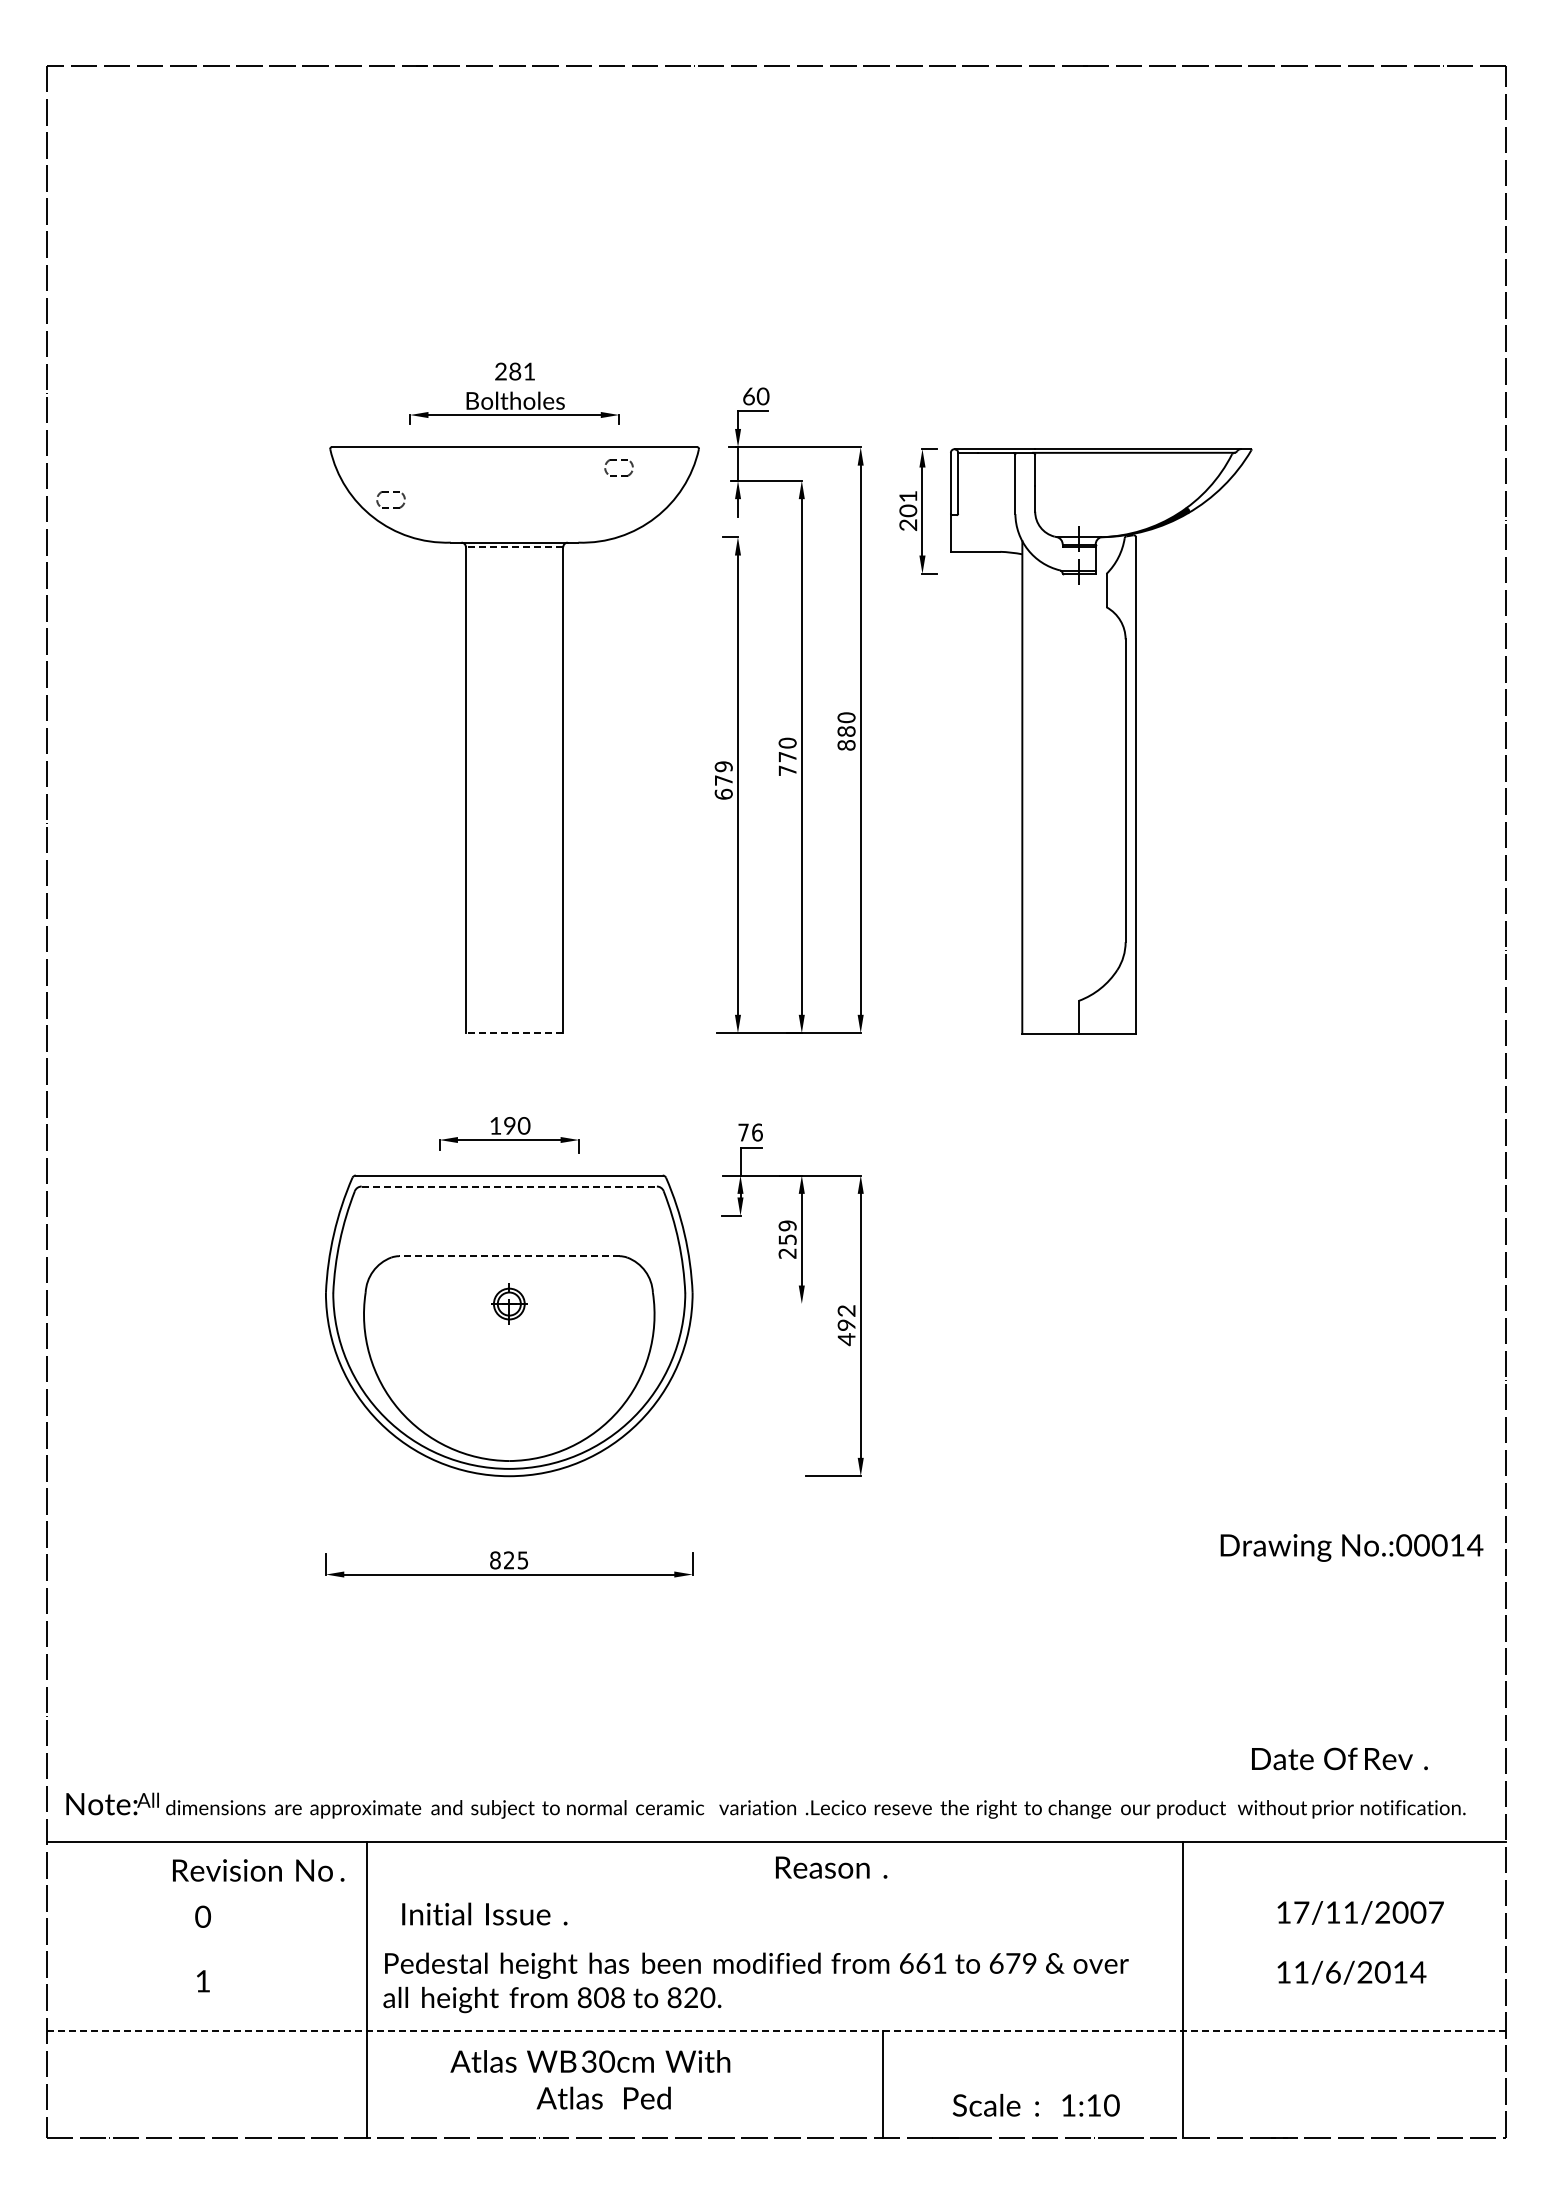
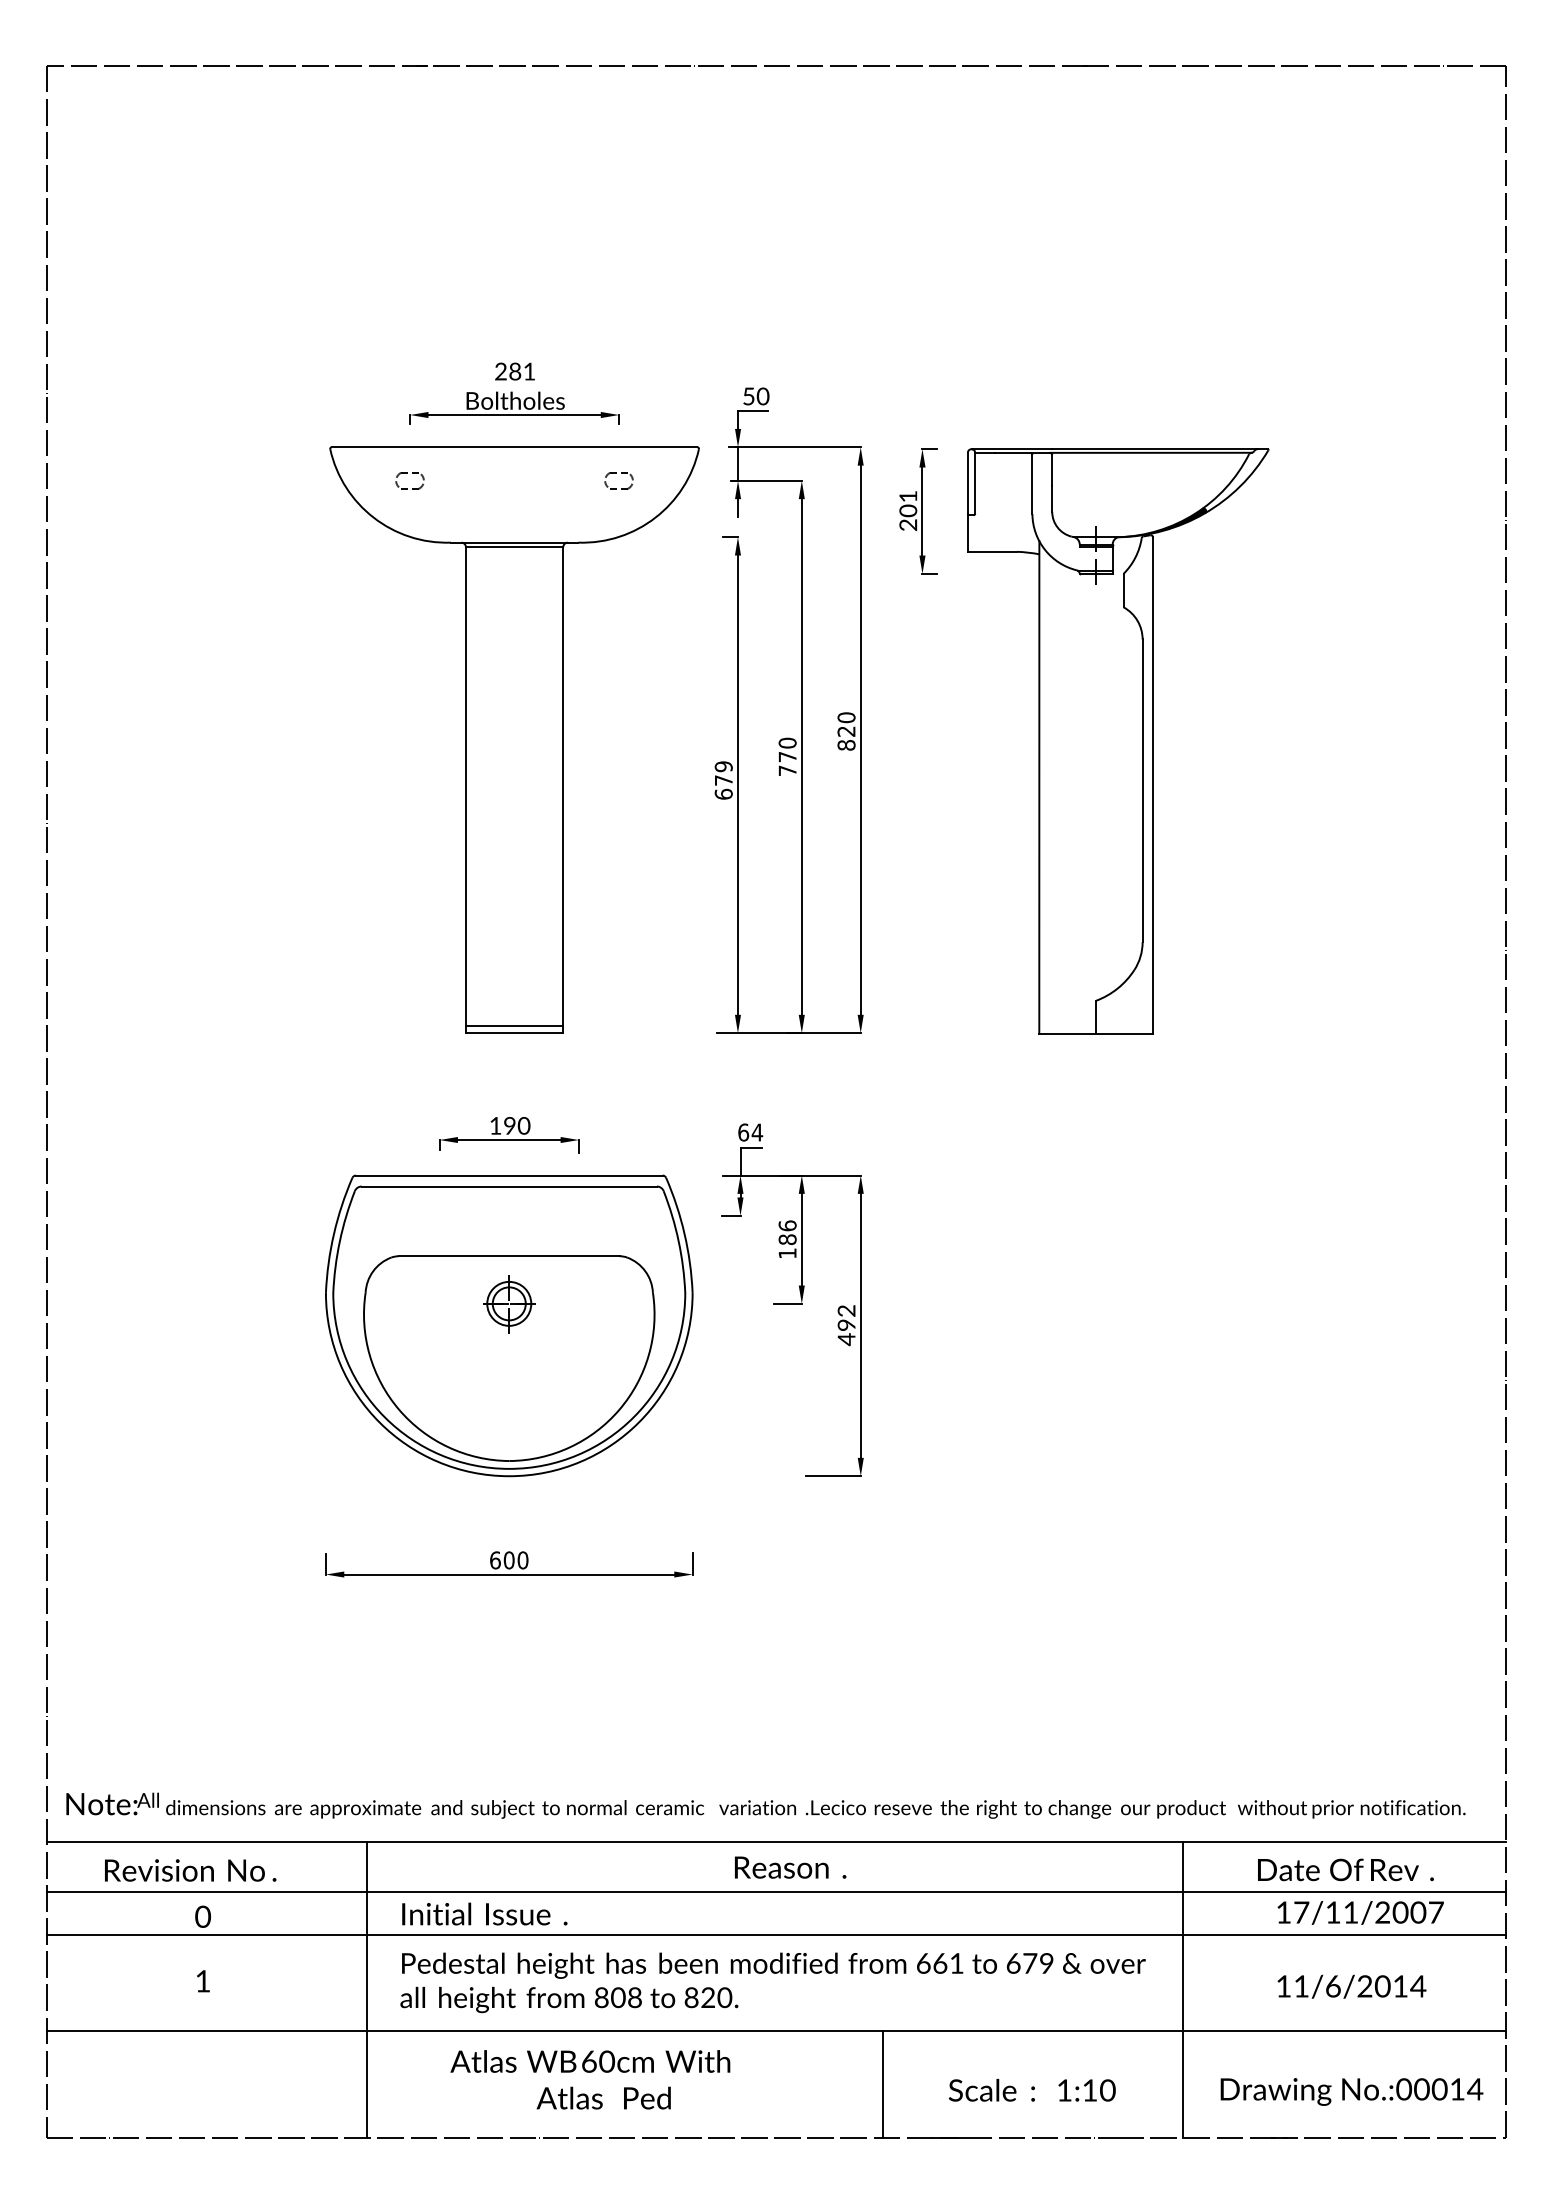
text at (748, 396): 60 -> 50
part at (616, 460) position: (616, 460) -> (616, 473)
part at (388, 492) position: (388, 492) -> (407, 473)
line at (514, 547): dashed -> solid
text at (846, 731): 880 -> 820
part at (1101, 741) position: (1101, 741) -> (1118, 741)
line at (514, 1025): none -> present
line at (514, 1033): dashed -> solid
text at (750, 1132): 76 -> 64
line at (509, 1186): dashed -> solid
text at (787, 1239): 259 -> 186
line at (508, 1256): dashed -> solid
part at (509, 1303) size: 37x42 px -> 53x59 px
line at (787, 1303): none -> present
text at (1351, 1547) position: (1351, 1547) -> (1351, 2091)
text at (509, 1560): 825 -> 600
text at (1339, 1758) position: (1339, 1758) -> (1345, 1869)
text at (831, 1867) position: (831, 1867) -> (790, 1867)
text at (258, 1870) position: (258, 1870) -> (190, 1870)
line at (776, 1892): none -> present
line at (776, 1935): none -> present
text at (1351, 1972) position: (1351, 1972) -> (1351, 1986)
text at (755, 1982) position: (755, 1982) -> (772, 1982)
line at (776, 2031): dashed -> solid
text at (589, 2061): 30cm -> 60cm
text at (1035, 2105) position: (1035, 2105) -> (1031, 2090)
